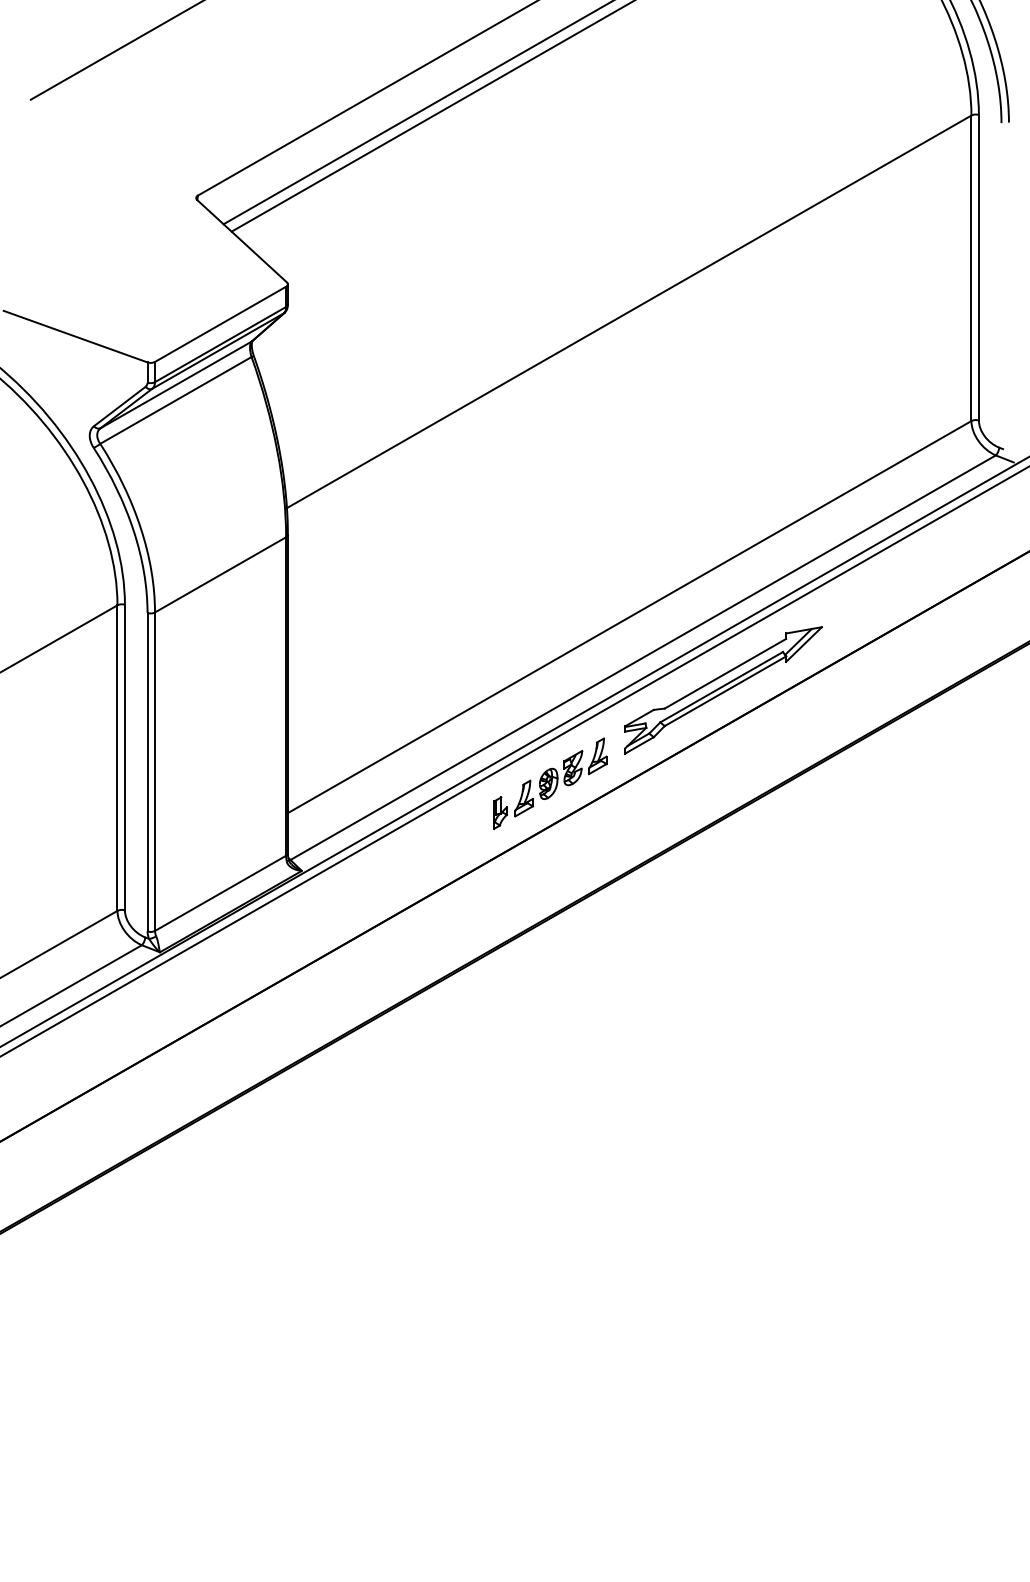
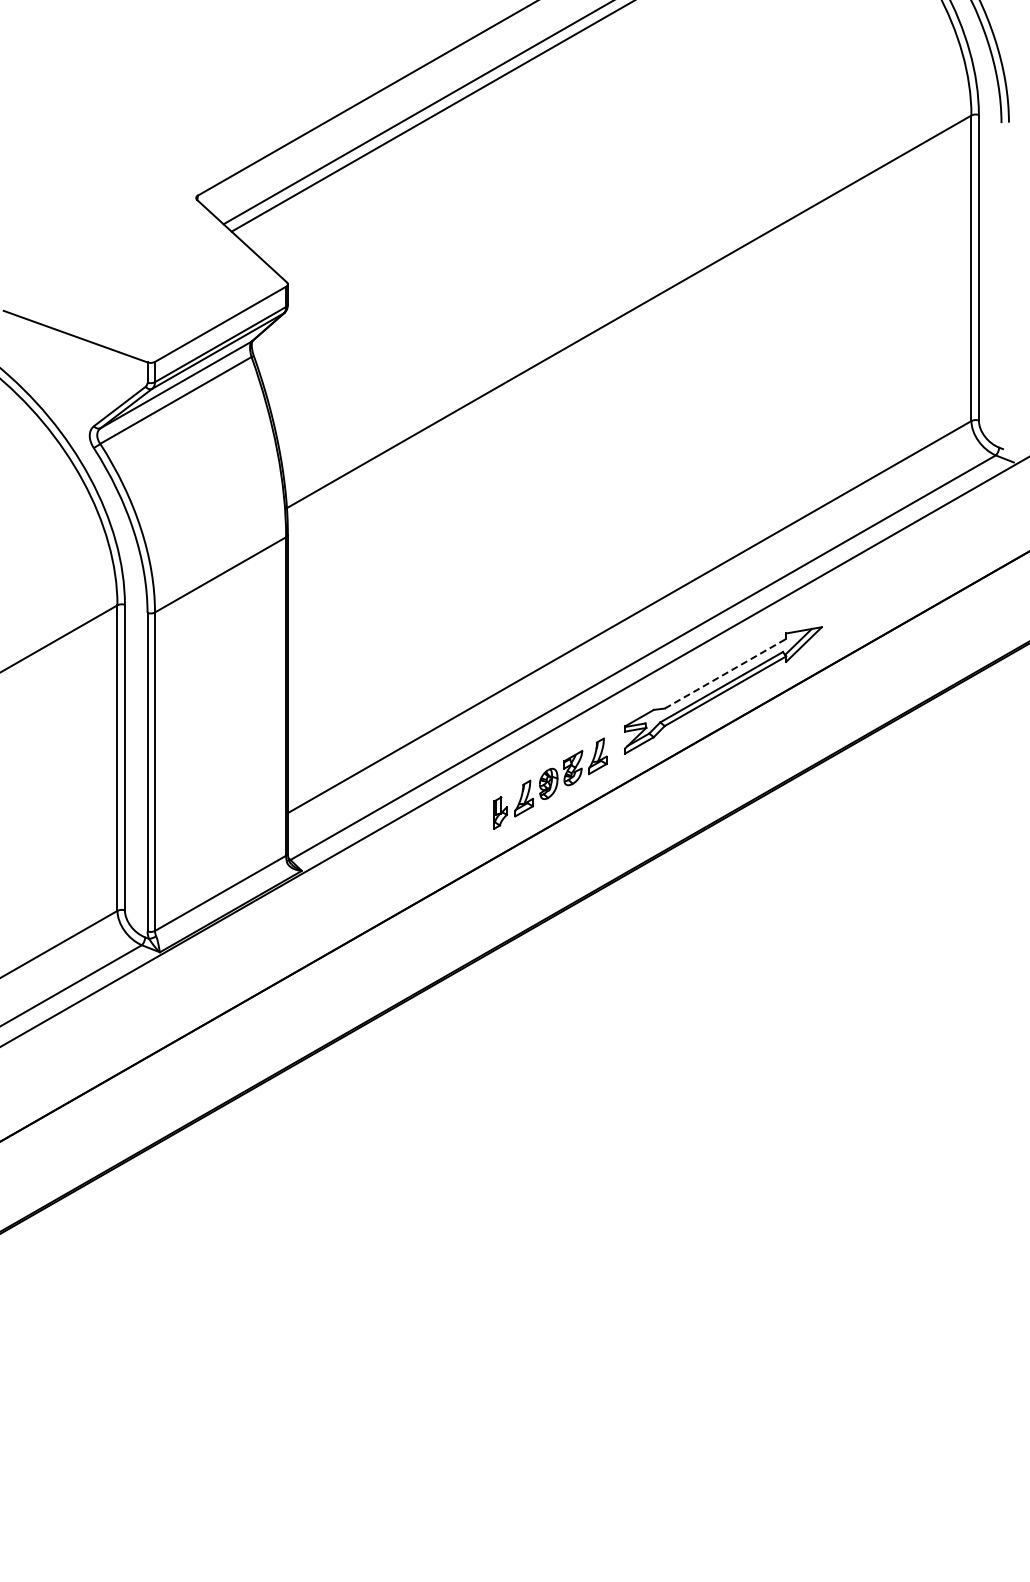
line at (115, 50): present -> none
line at (725, 673): solid -> dashed
line at (514, 761): present -> none
